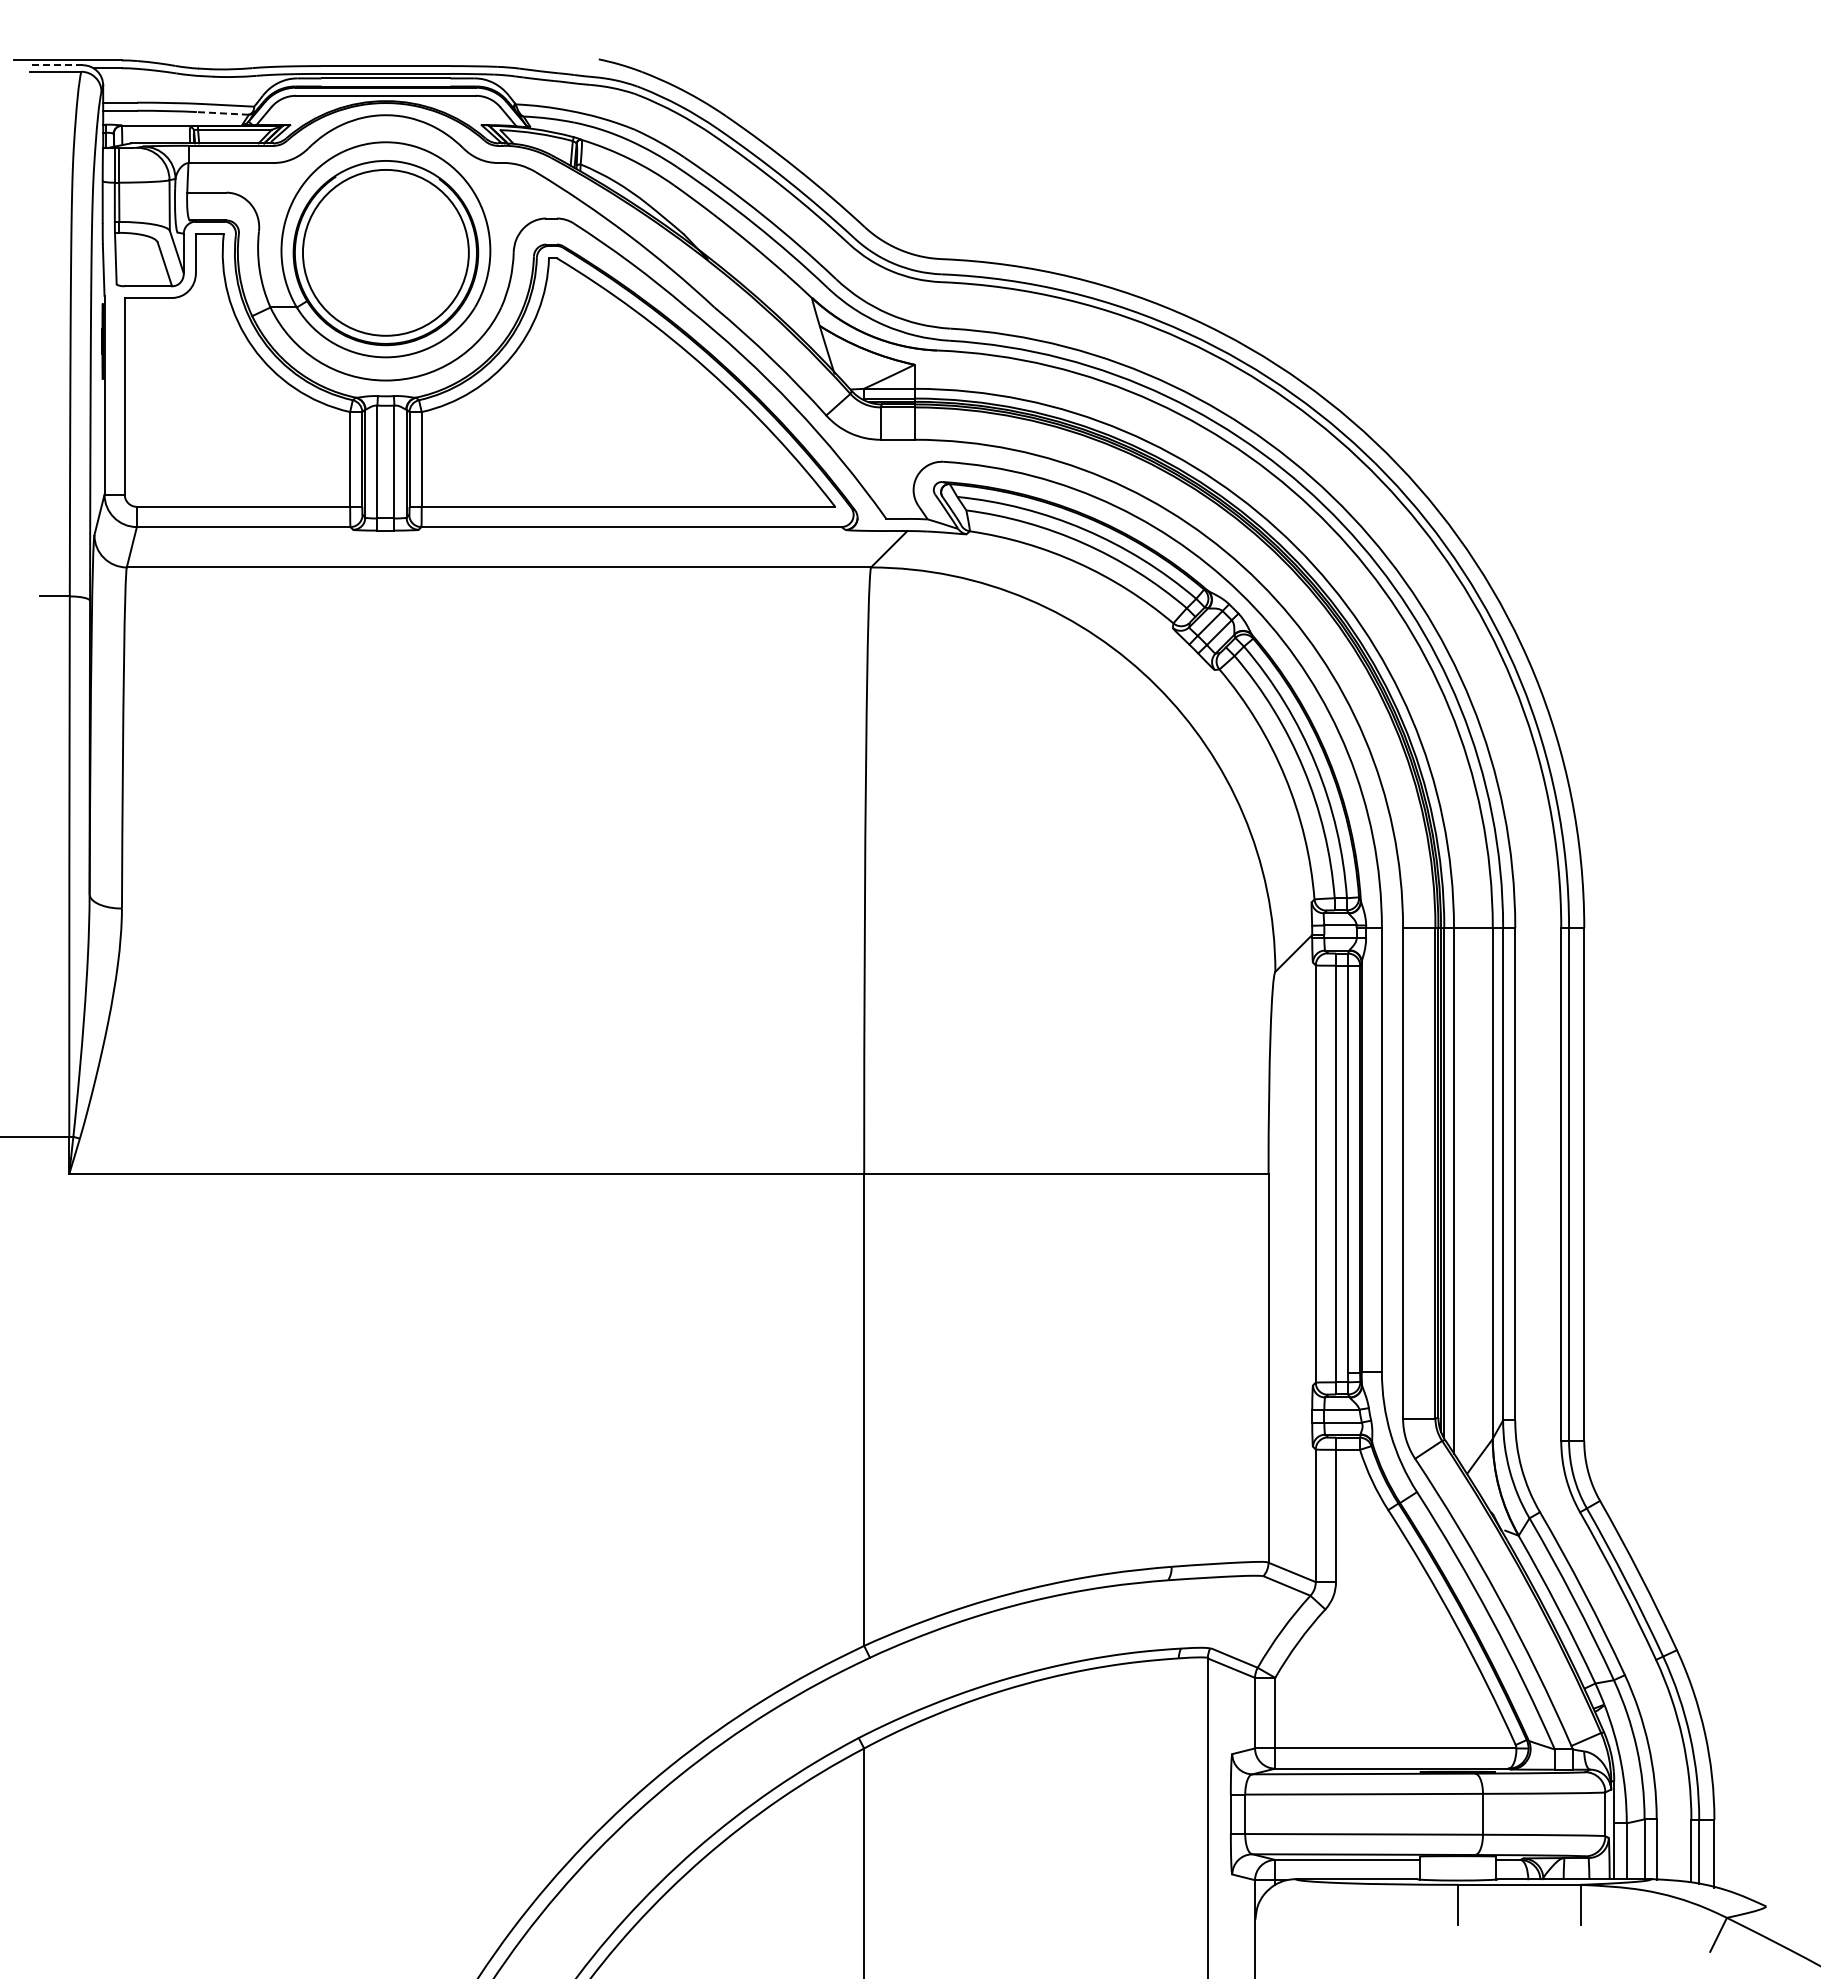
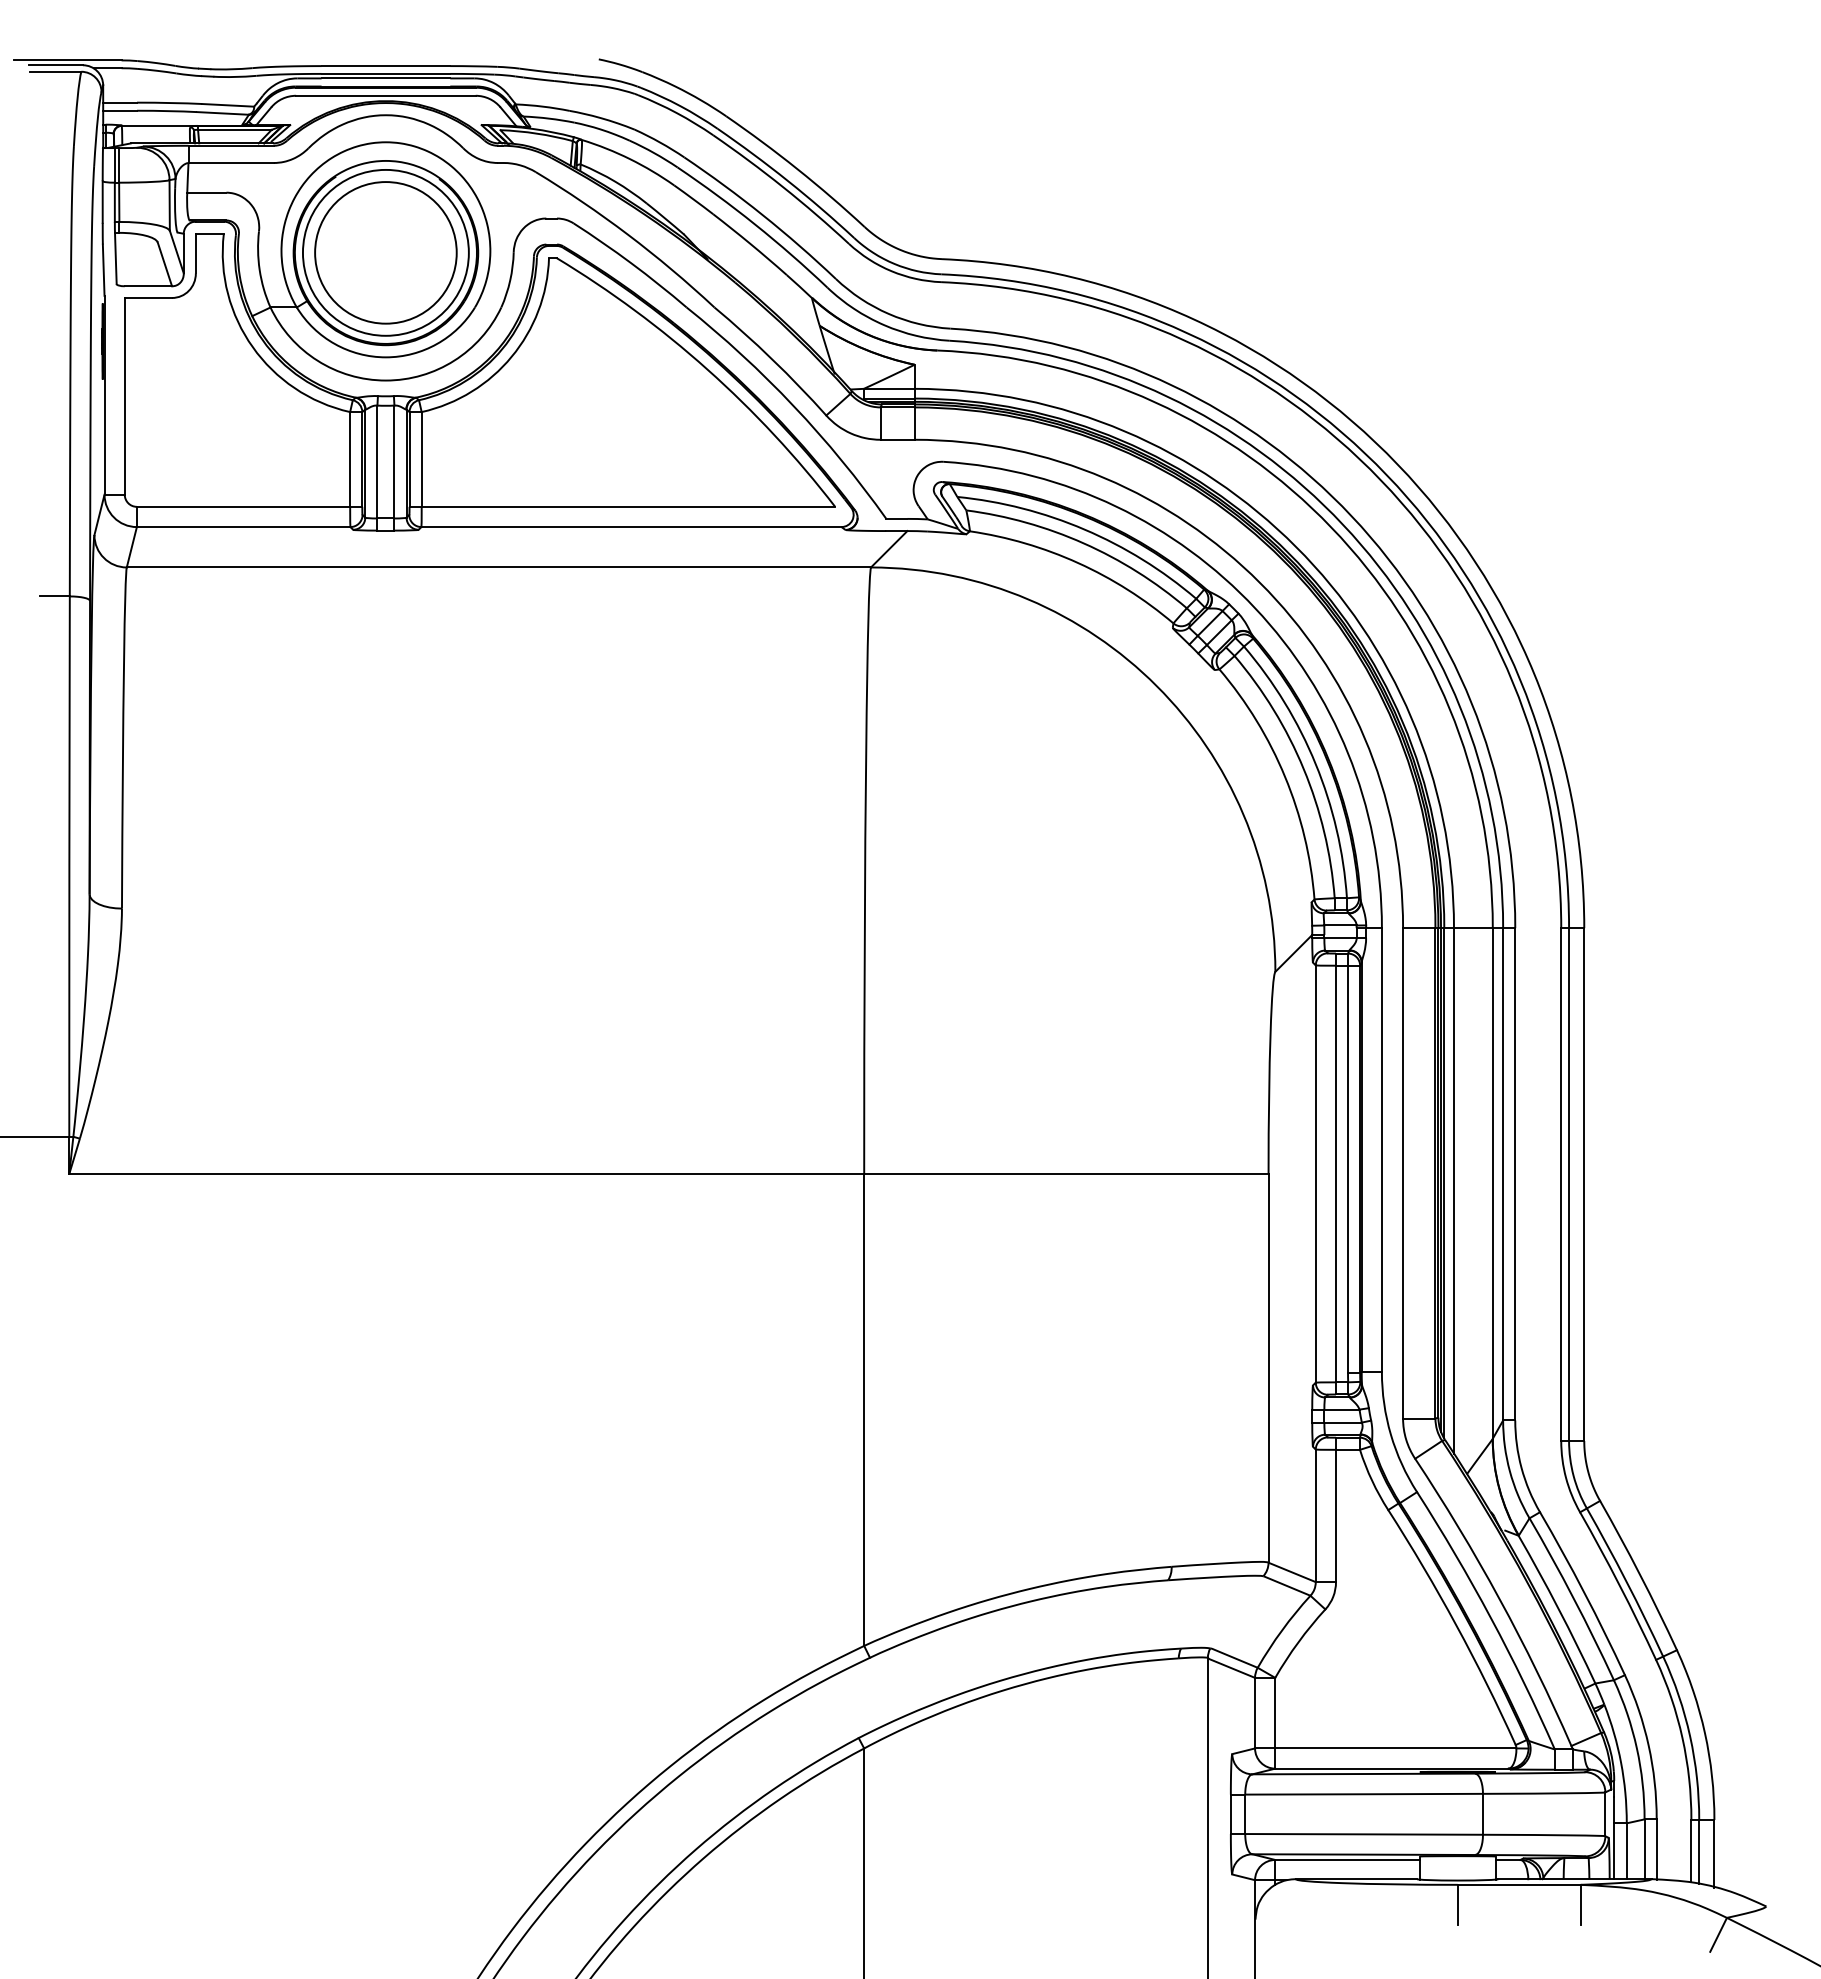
line at (55, 65): dashed -> solid
line at (222, 113): dashed -> solid
circle at (385, 252): none -> present
